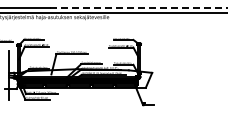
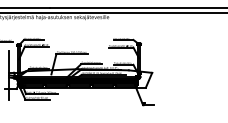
line at (138, 8): dashed -> solid
